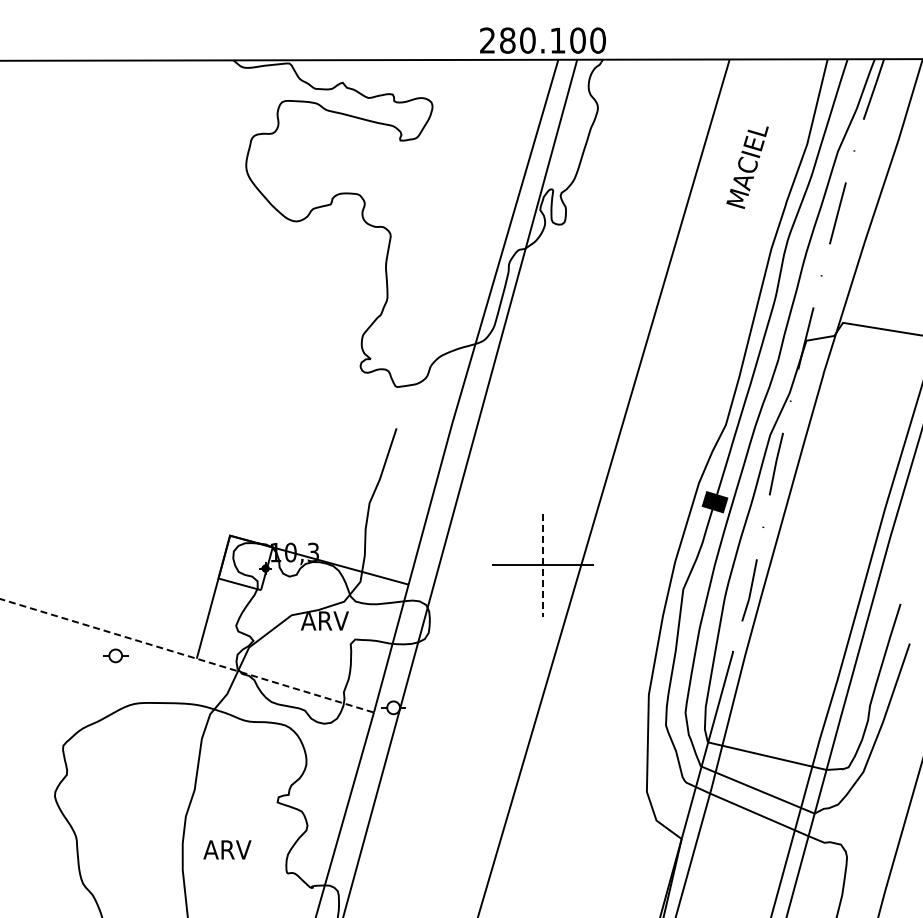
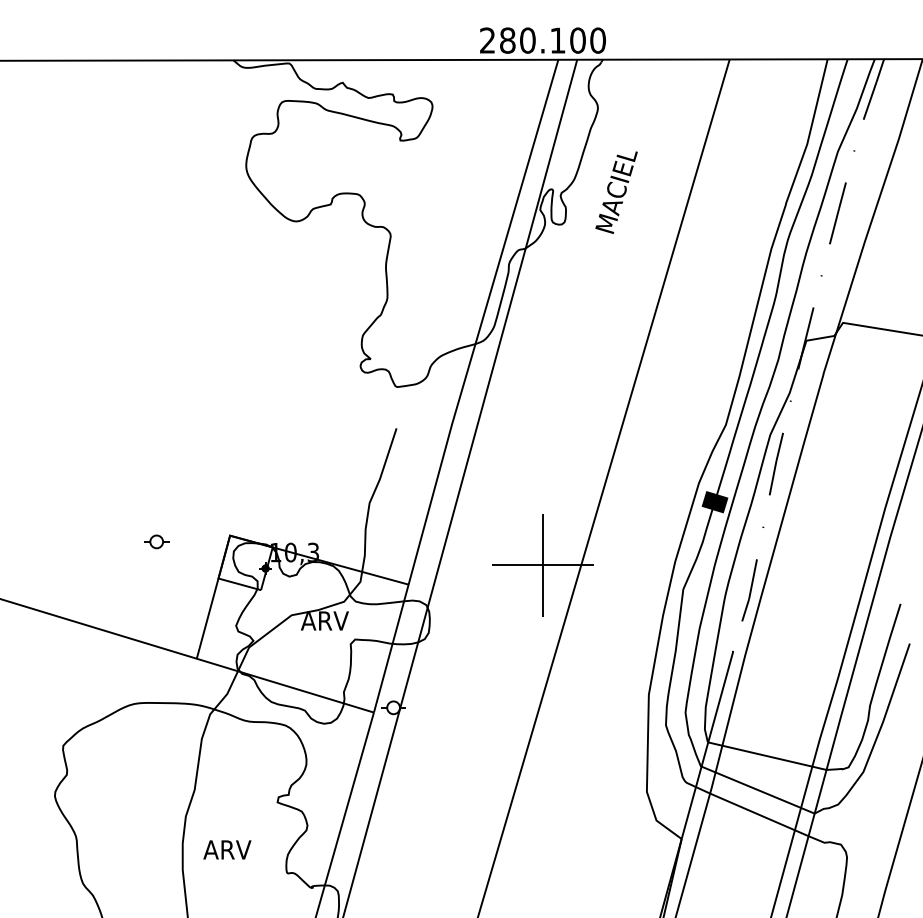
text at (747, 167) position: (747, 167) -> (616, 192)
line at (542, 565): dashed -> solid
part at (115, 655) position: (115, 655) -> (156, 541)
line at (187, 655): dashed -> solid
